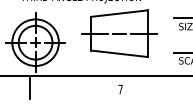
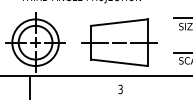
part at (119, 33) position: (119, 33) -> (119, 42)
text at (120, 89): 7 -> 3
